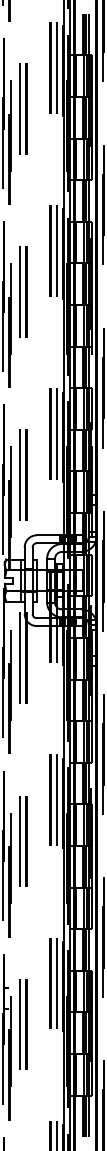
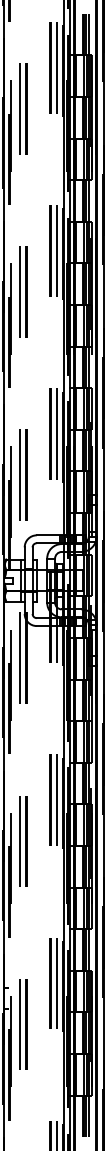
line at (4, 575): dashed -> solid
line at (104, 575): dashed -> solid
